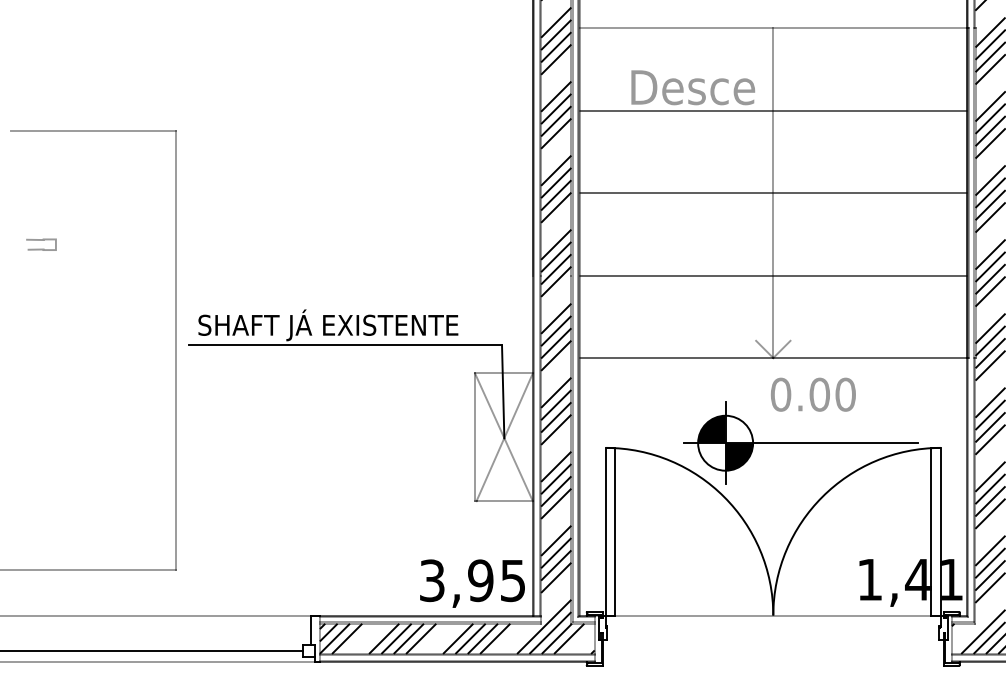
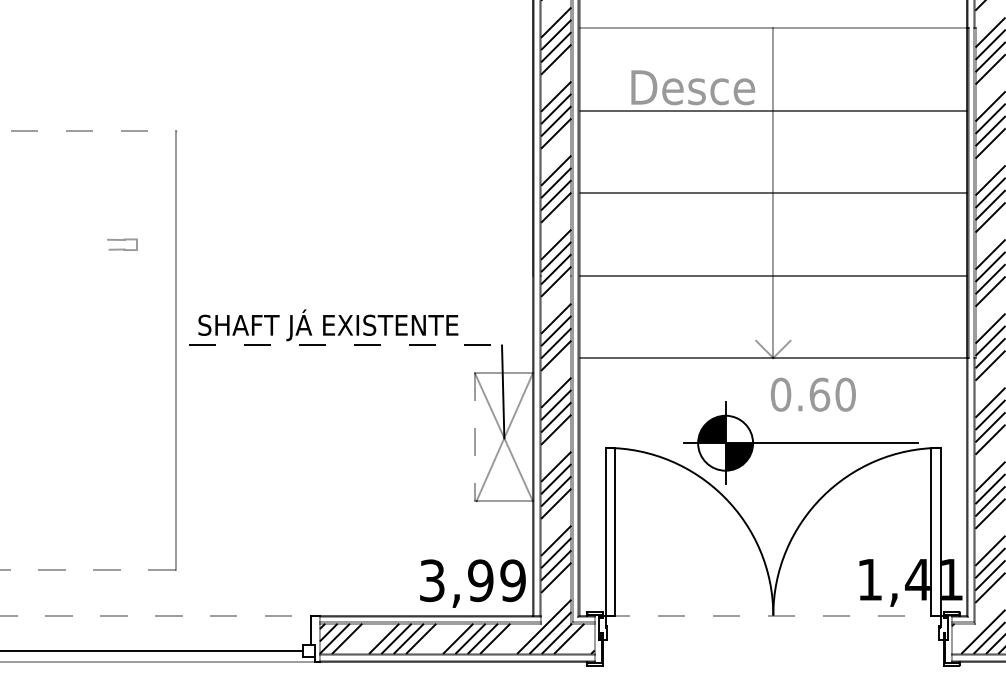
line at (93, 130): solid -> dashed
curve at (41, 240) position: (41, 240) -> (122, 240)
line at (345, 345): solid -> dashed
text at (820, 393): 0.00 -> 0.60
line at (475, 437): solid -> dashed
line at (87, 570): solid -> dashed
text at (512, 580): 3,95 -> 3,99
line at (160, 615): solid -> dashed
line at (773, 615): solid -> dashed
